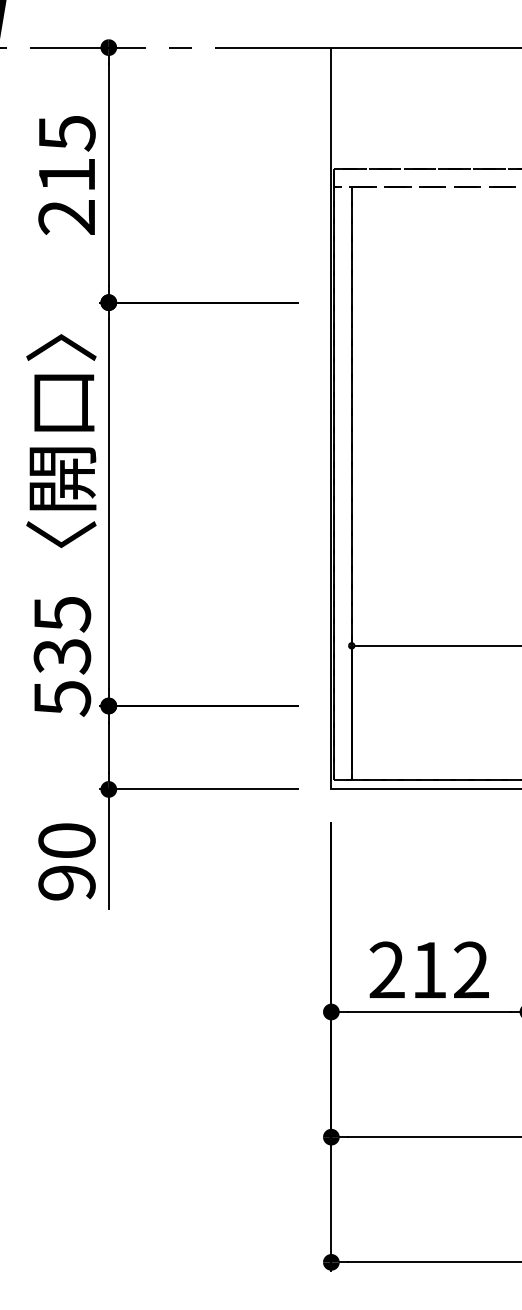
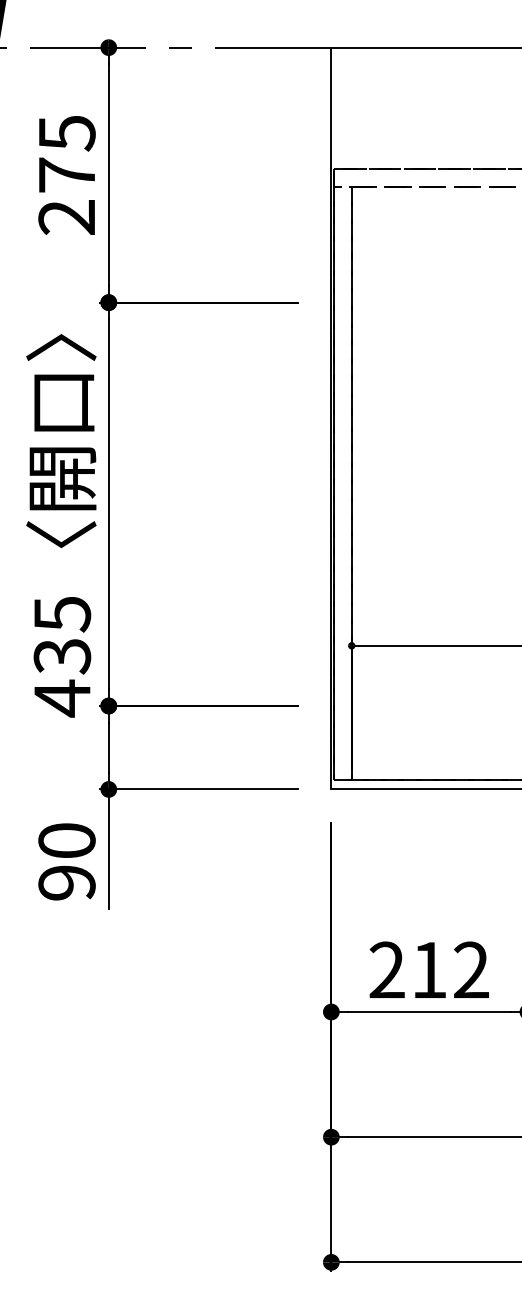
text at (66, 174): 215 -> 275
text at (62, 698): 535 -> 435
